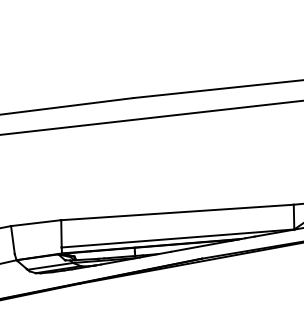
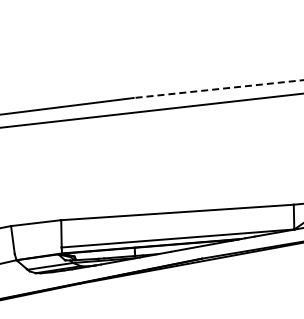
line at (218, 89): solid -> dashed
line at (151, 117) position: (151, 117) -> (151, 110)
